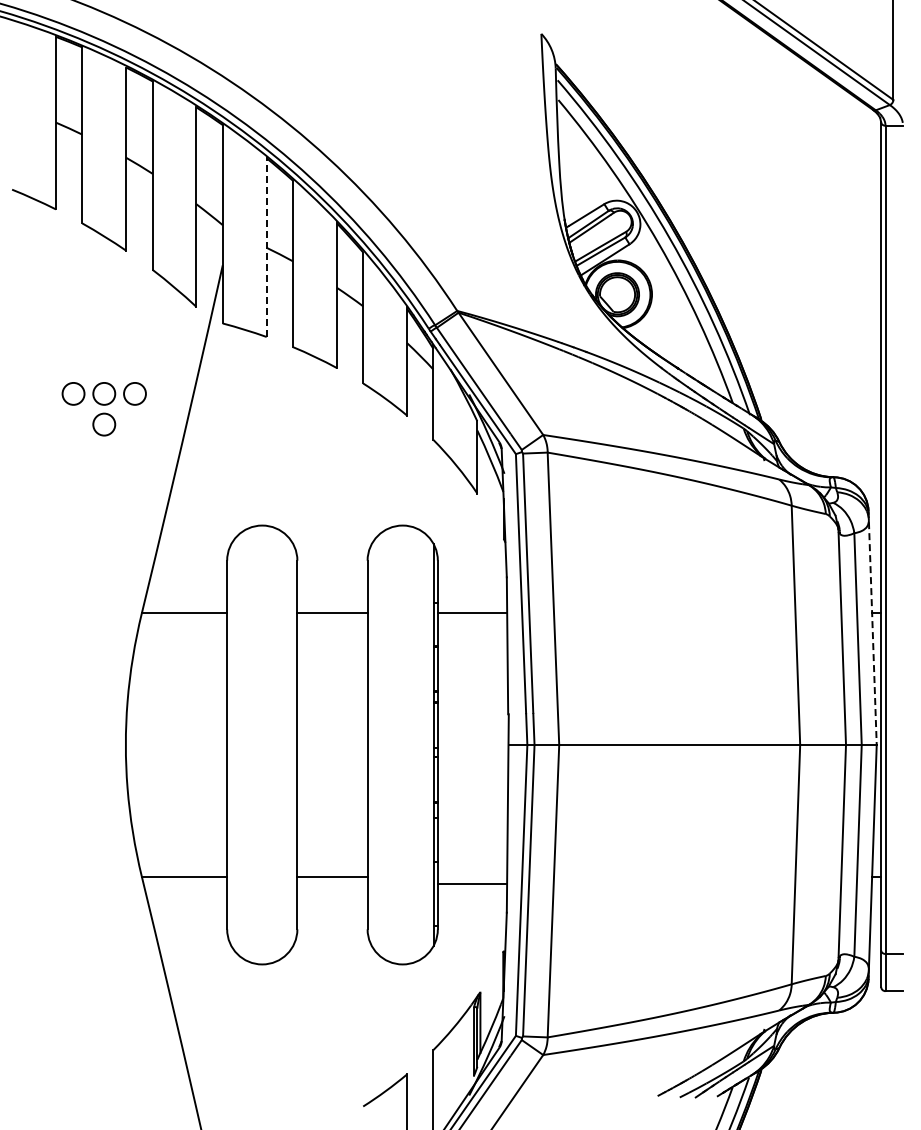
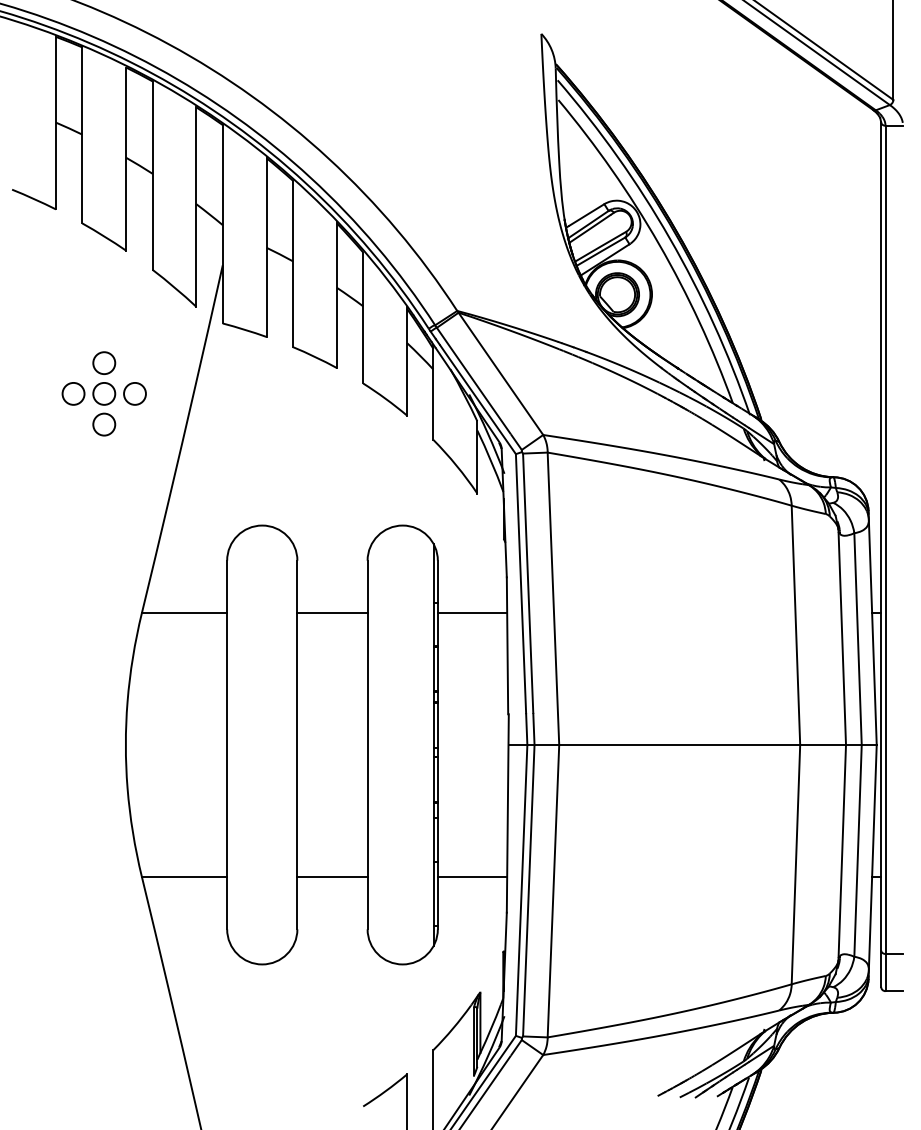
line at (266, 246): dashed -> solid
circle at (104, 362): none -> present
line at (872, 628): dashed -> solid
line at (472, 883) position: (472, 883) -> (472, 876)
